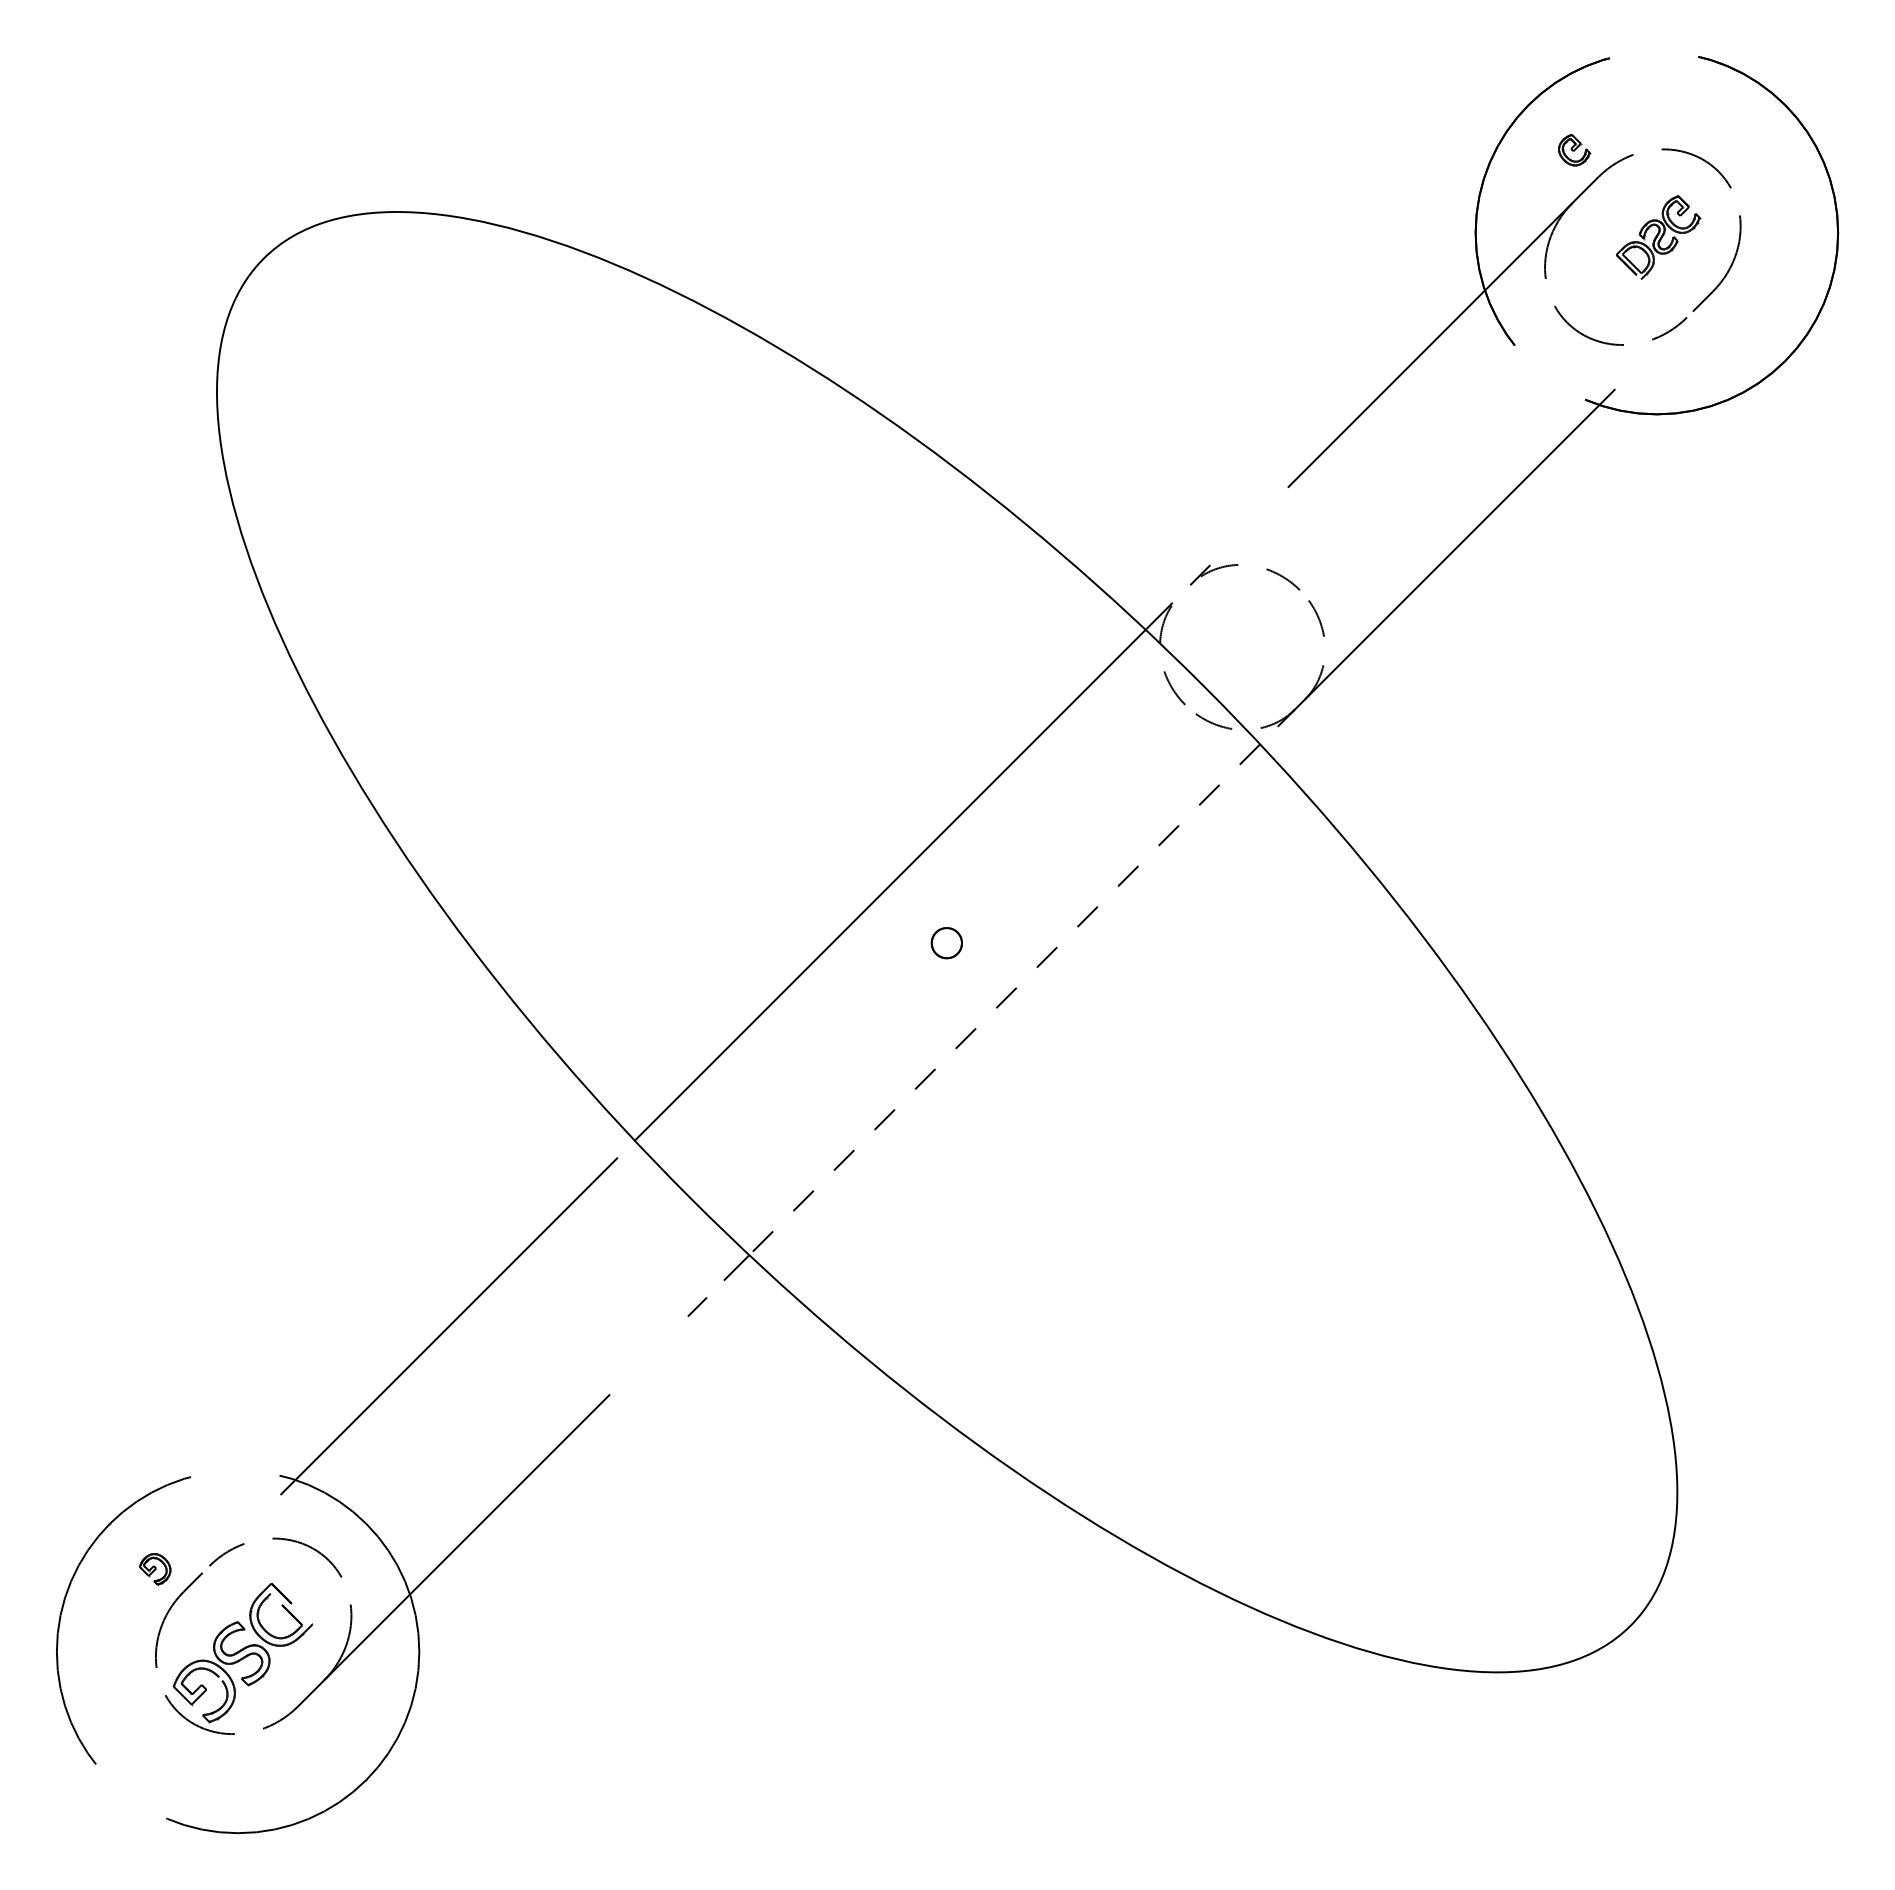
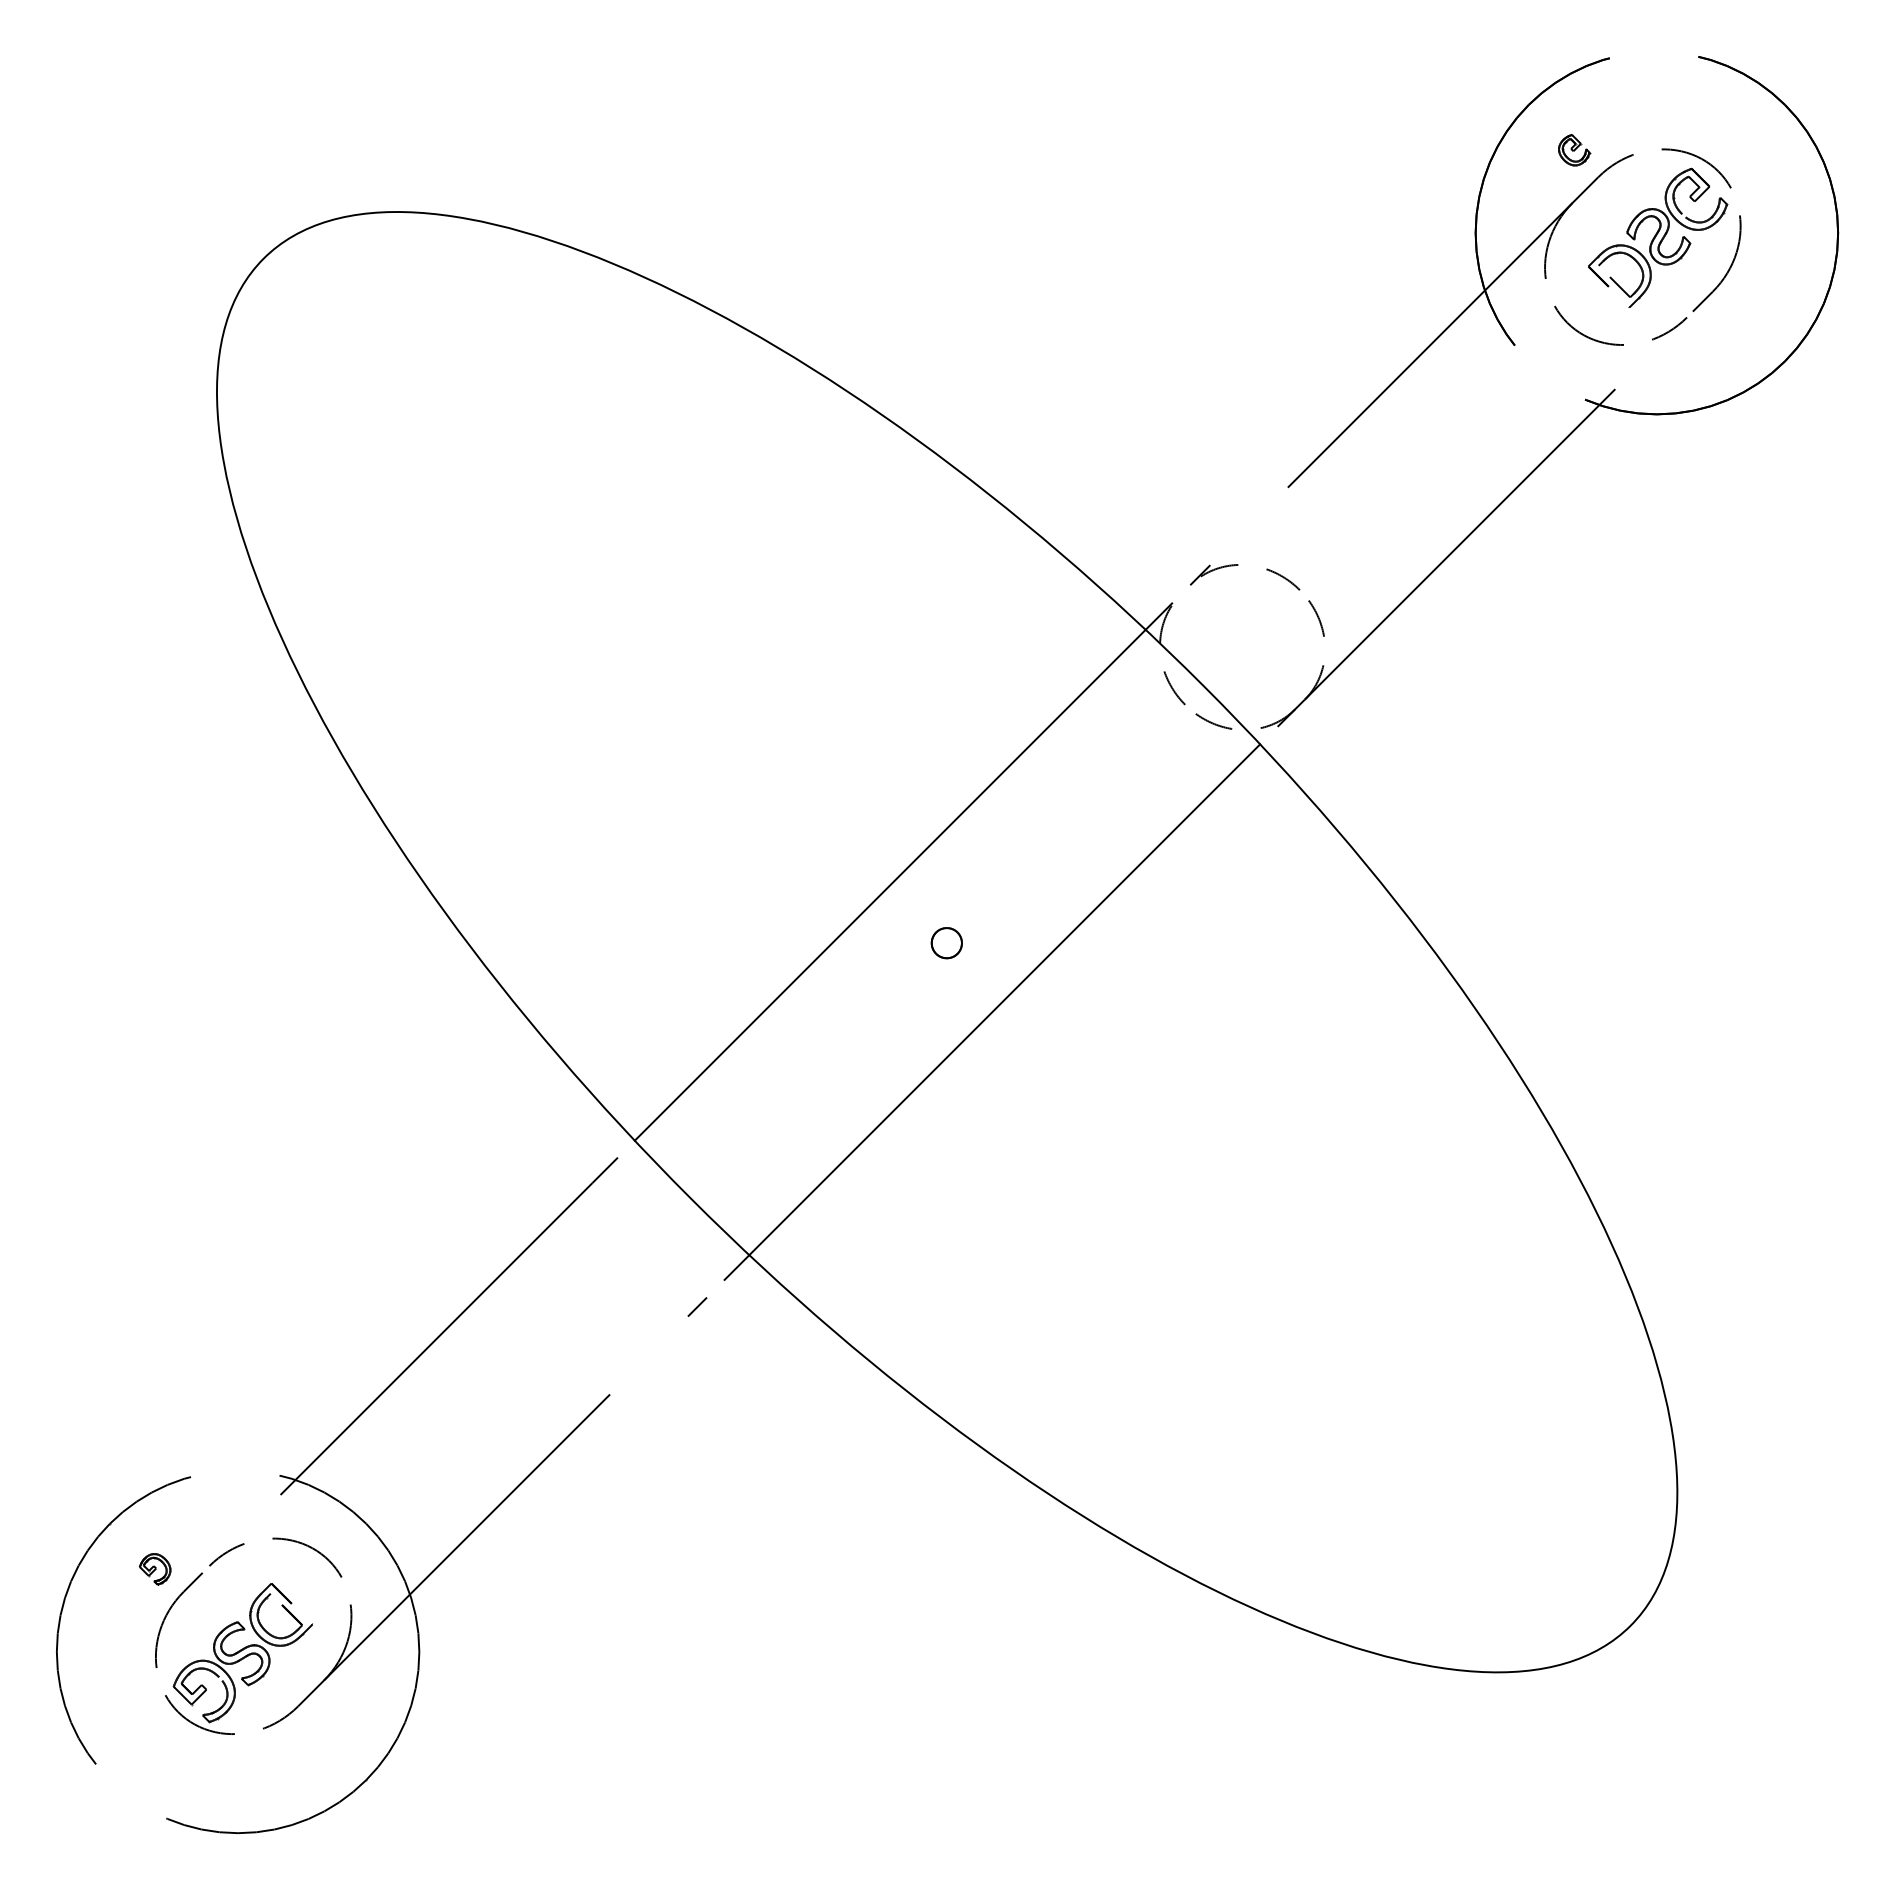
part at (1658, 237) size: 86x85 px -> 141x141 px
line at (1004, 1000): dashed -> solid
